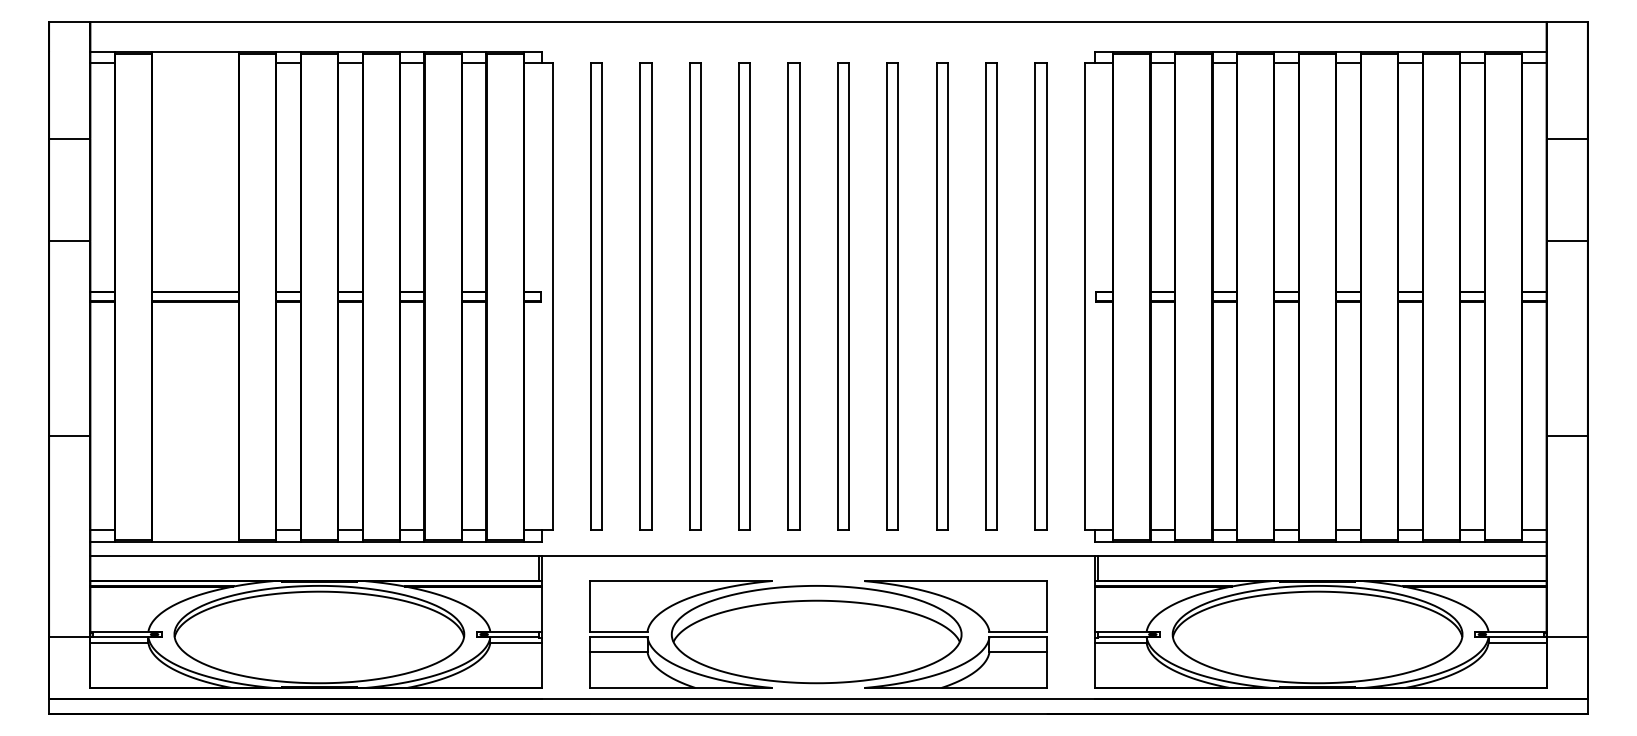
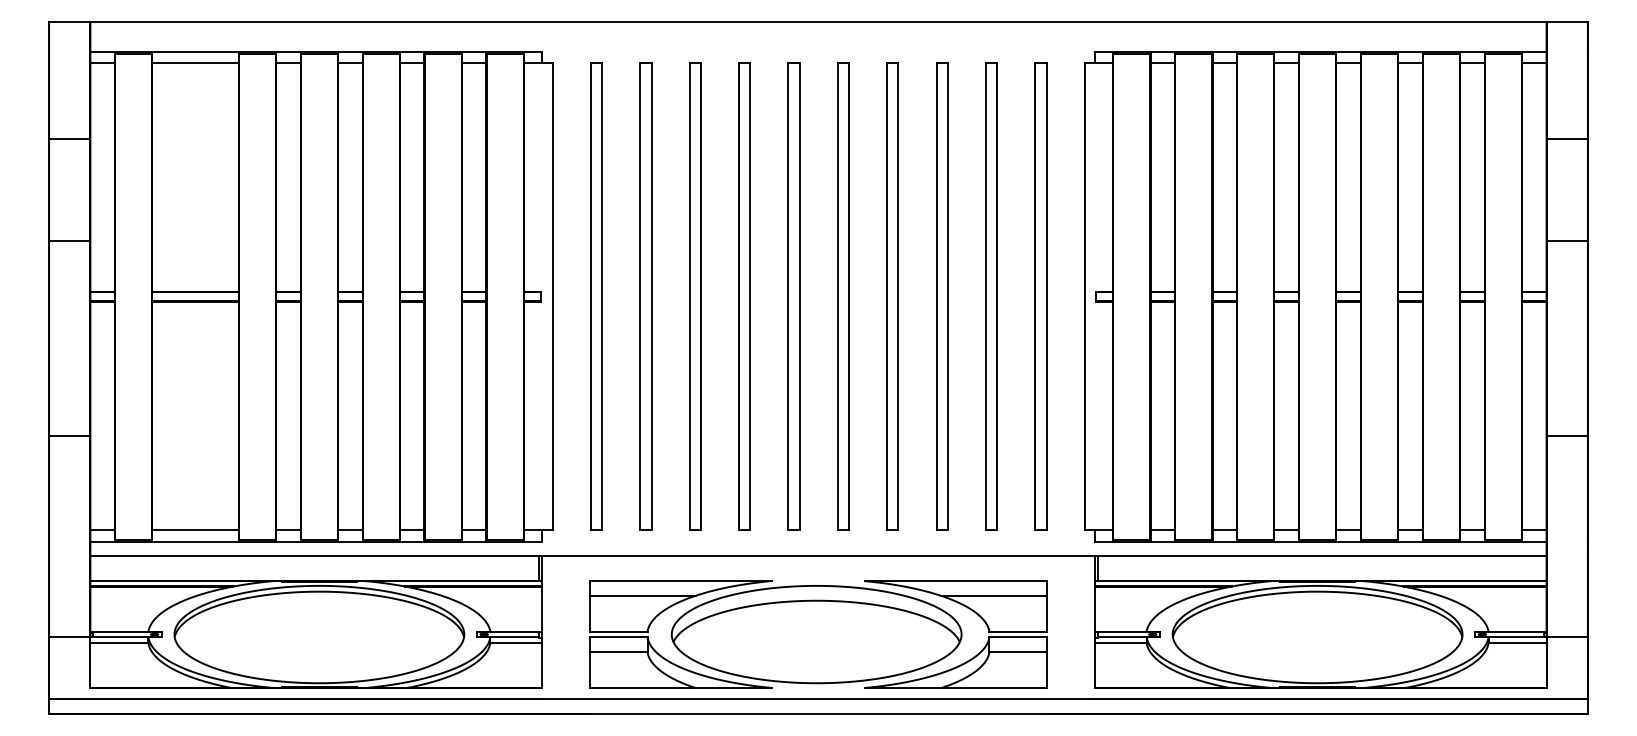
line at (195, 63): none -> present
line at (195, 530): none -> present
line at (642, 595): none -> present
line at (994, 595): none -> present
